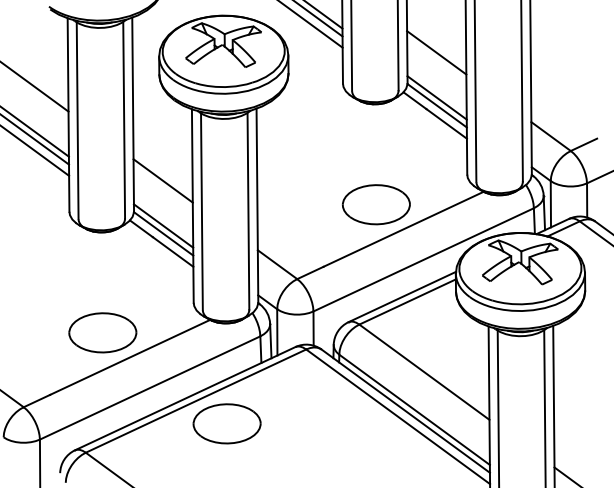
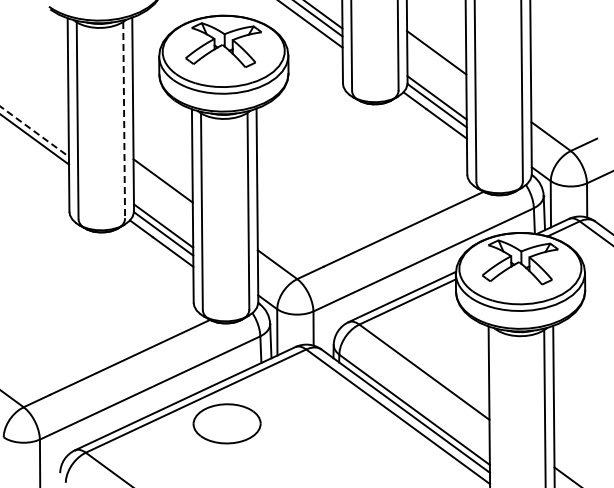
line at (35, 87): present -> none
line at (124, 120): solid -> dashed
line at (35, 131): solid -> dashed
line at (35, 151): present -> none
part at (376, 204): present -> none
part at (102, 332): present -> none
line at (498, 407): present -> none
